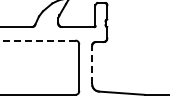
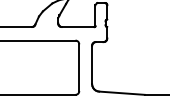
line at (37, 40): dashed -> solid
line at (92, 64): dashed -> solid
